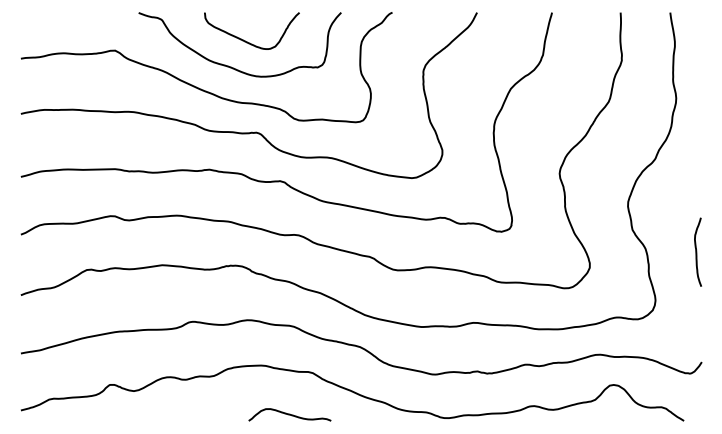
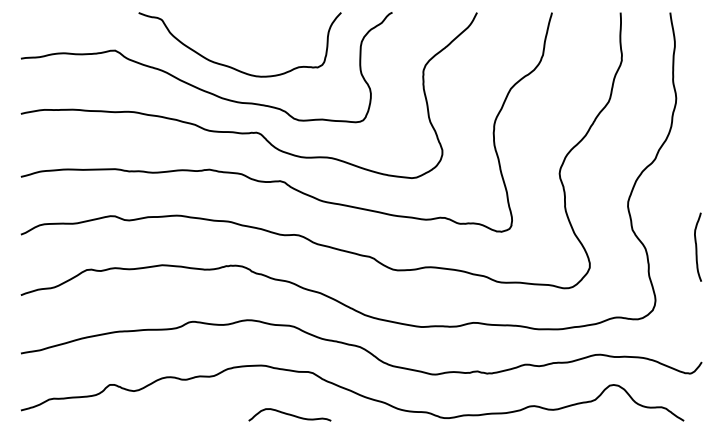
curve at (245, 40): present -> none
curve at (697, 251) position: (697, 251) -> (697, 246)
